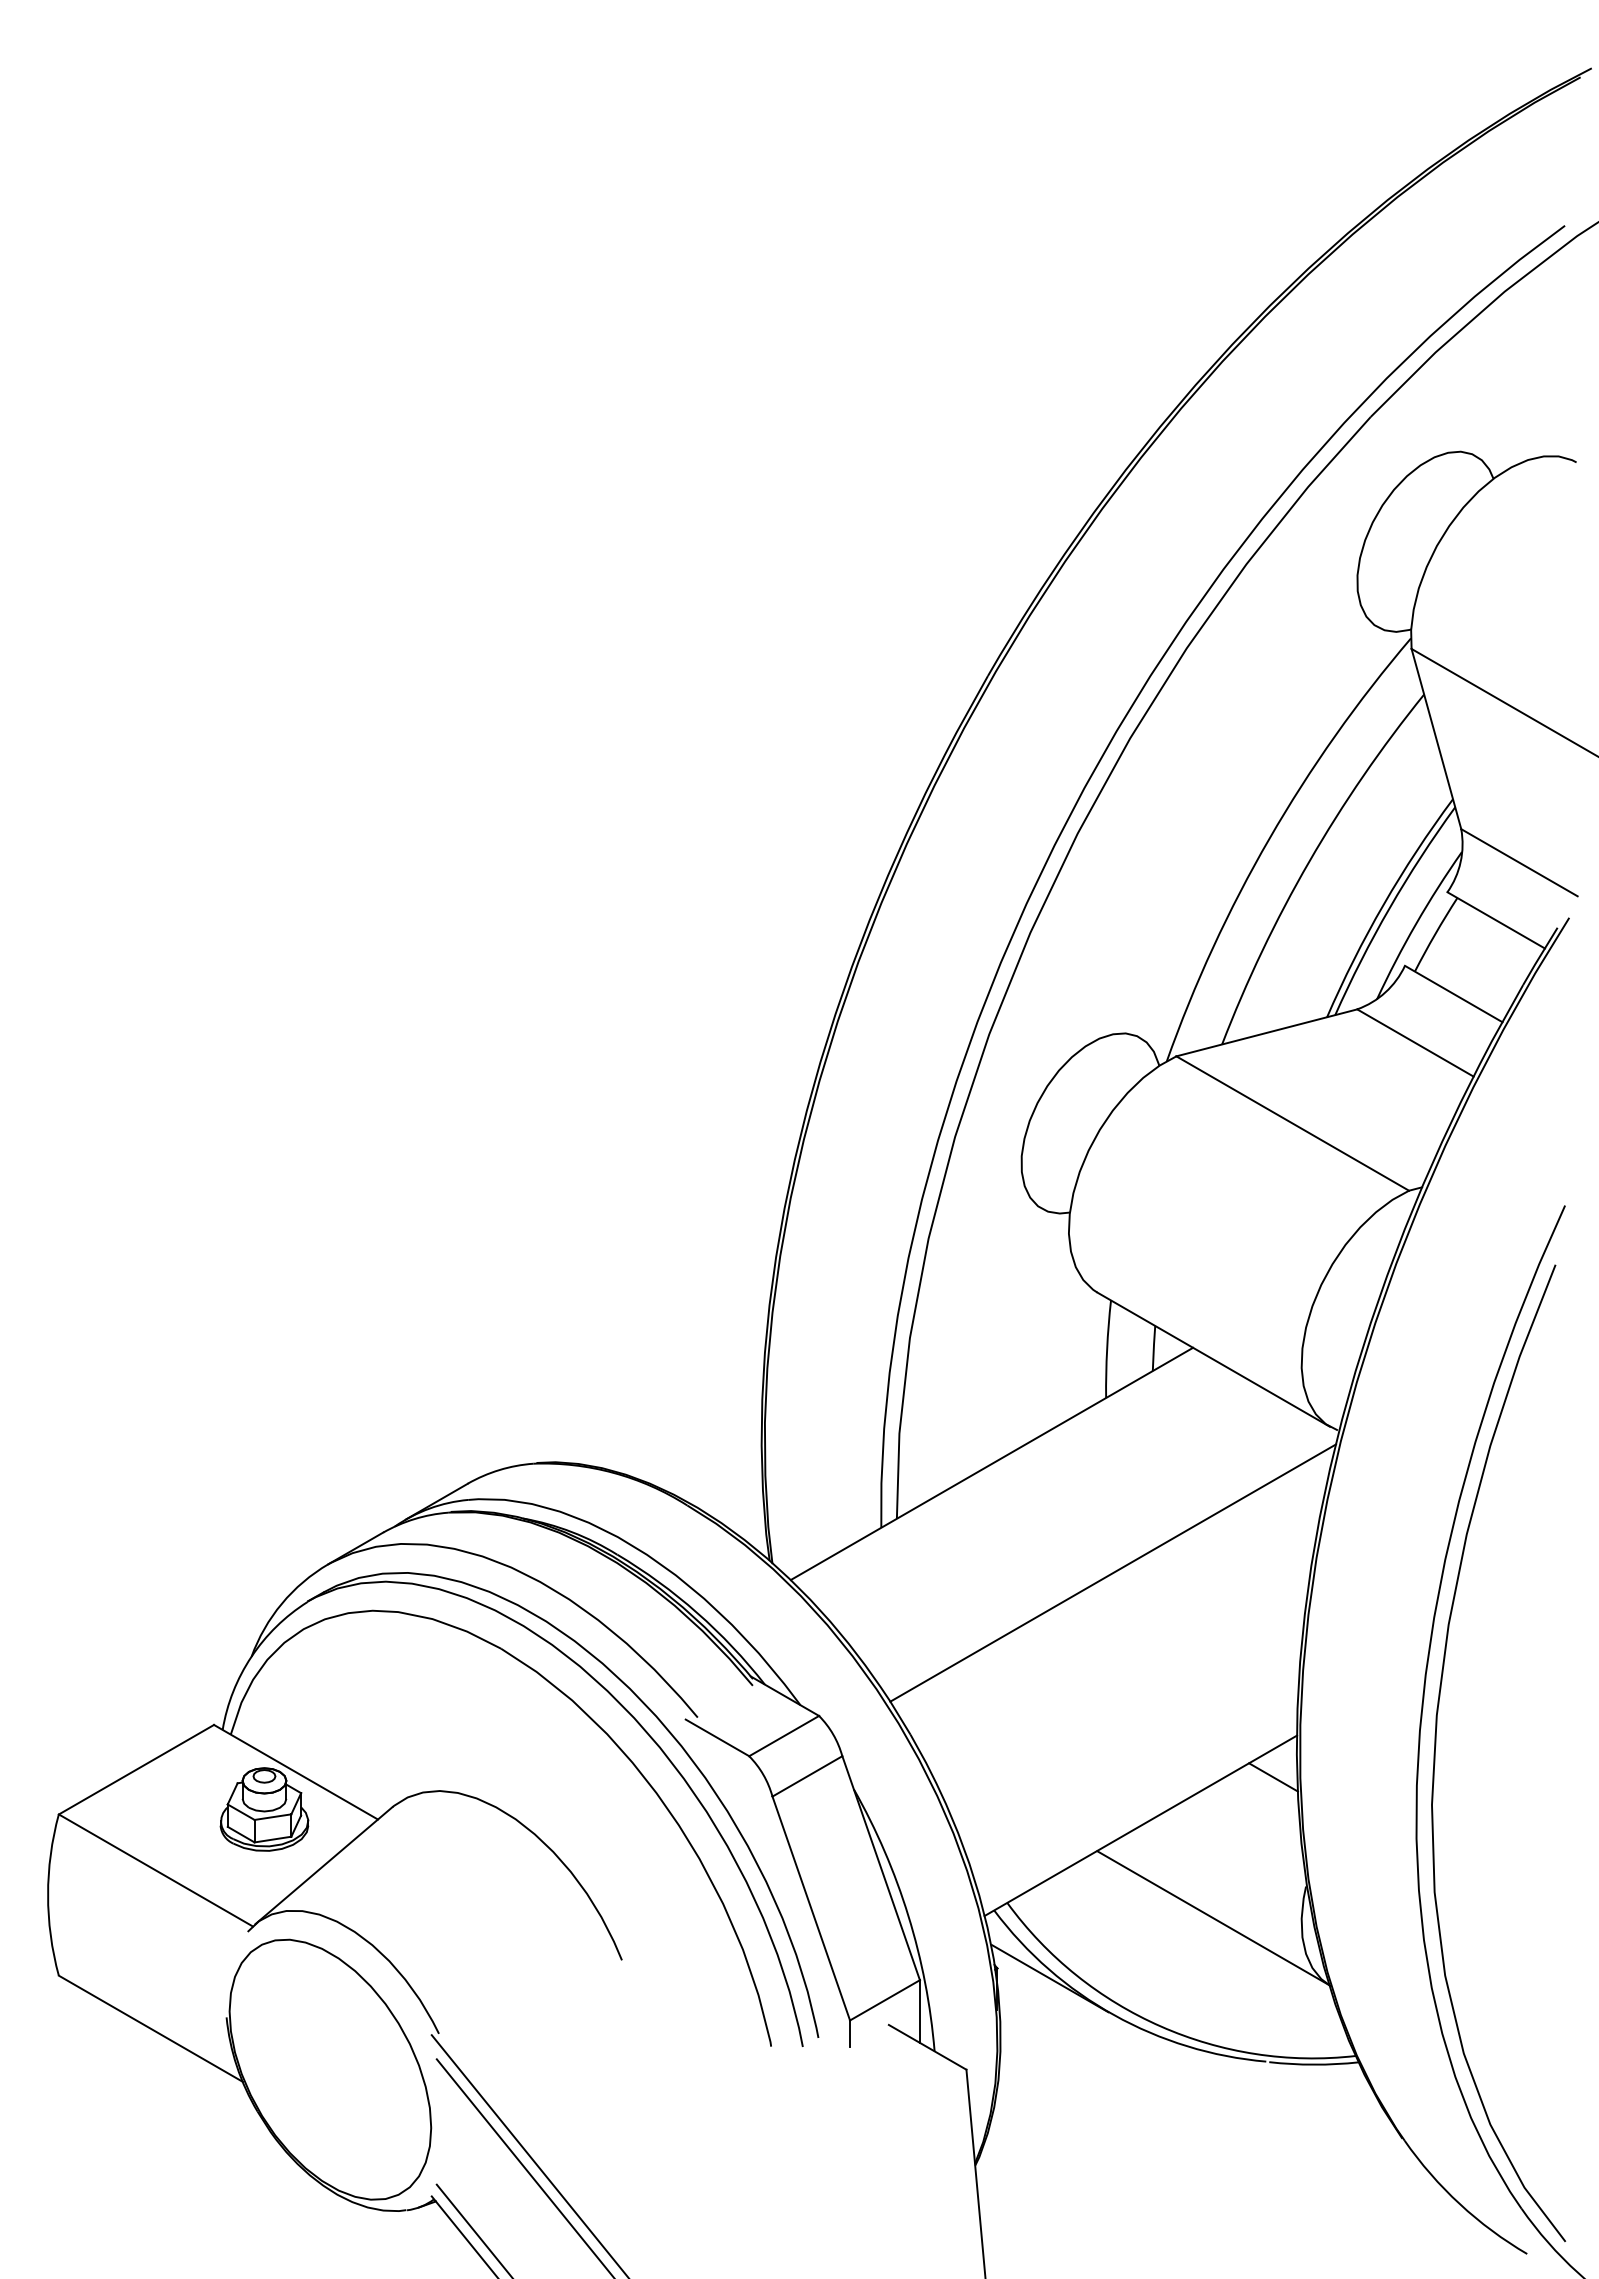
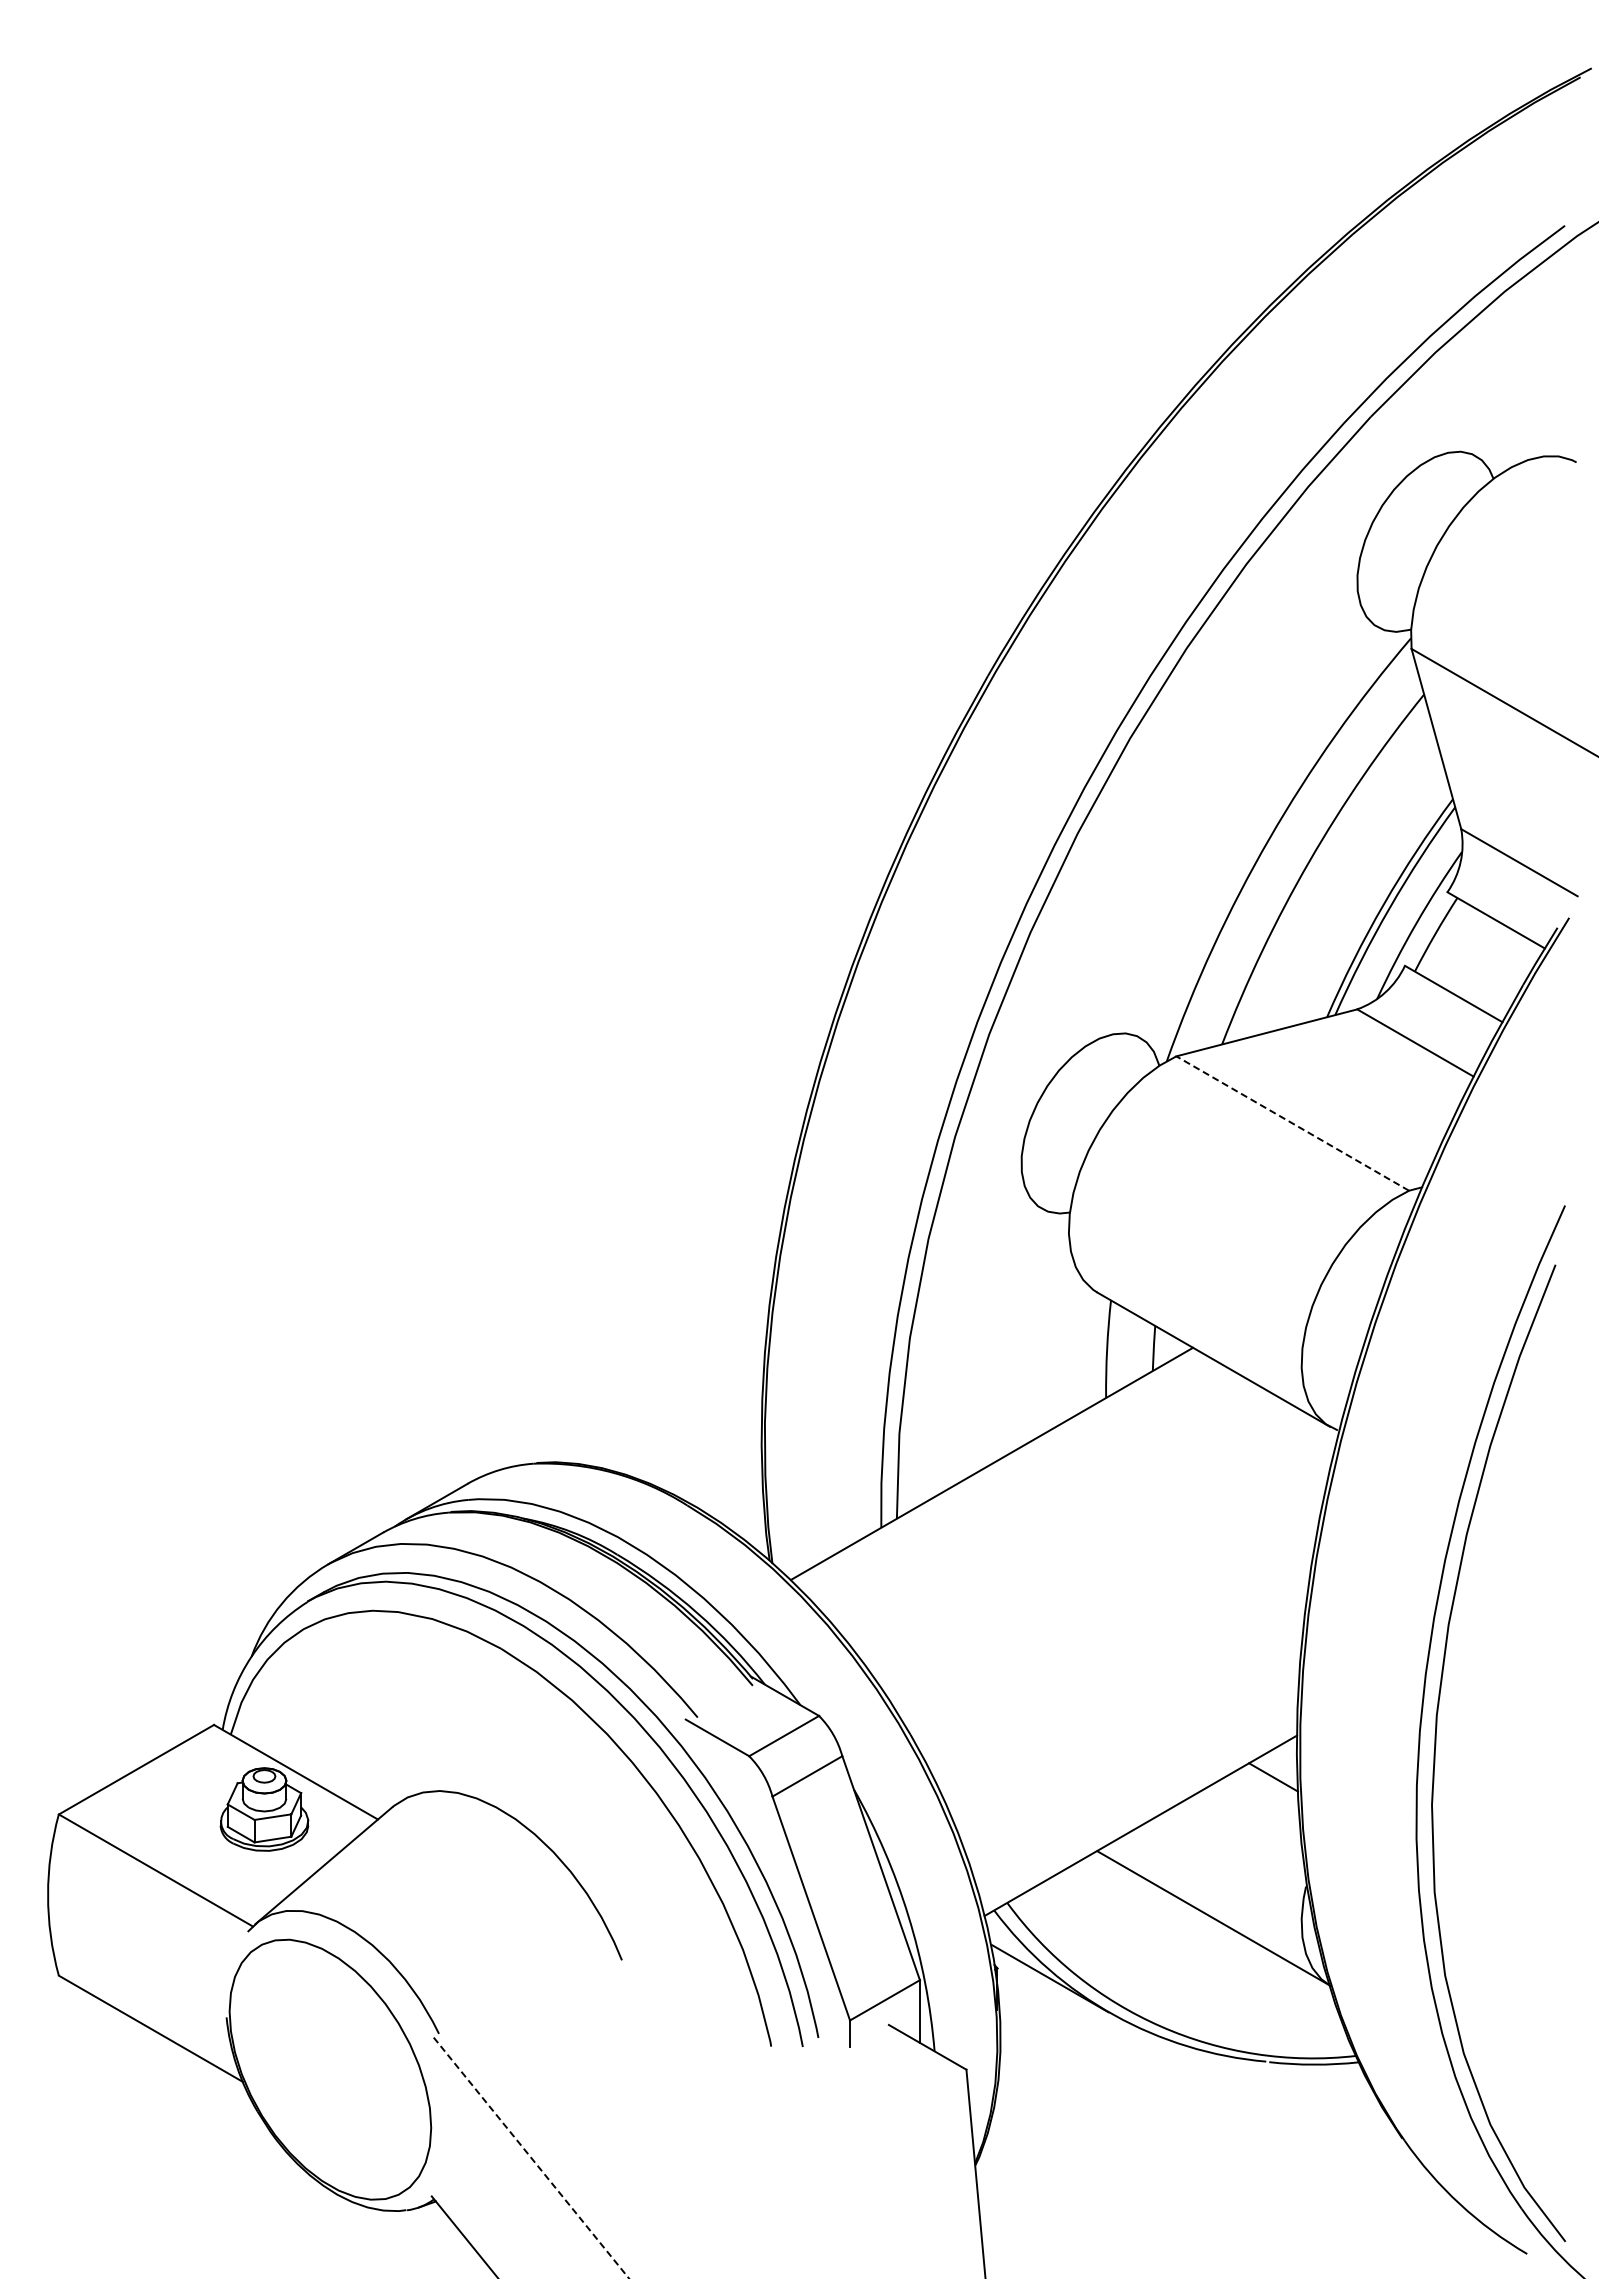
line at (1292, 1123): solid -> dashed
line at (1113, 1572): present -> none
line at (530, 2156): solid -> dashed
line at (523, 2167): present -> none
line at (473, 2229): present -> none
